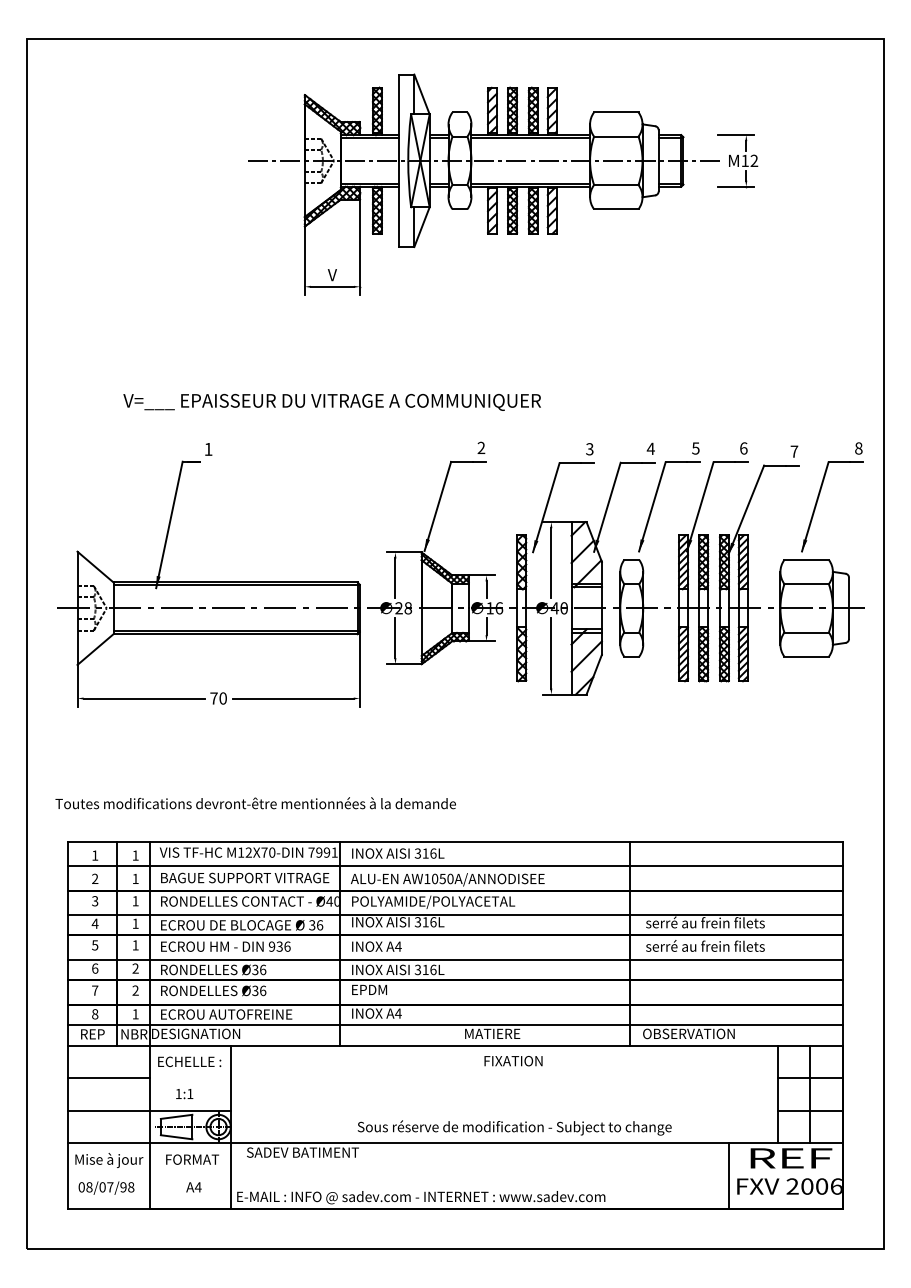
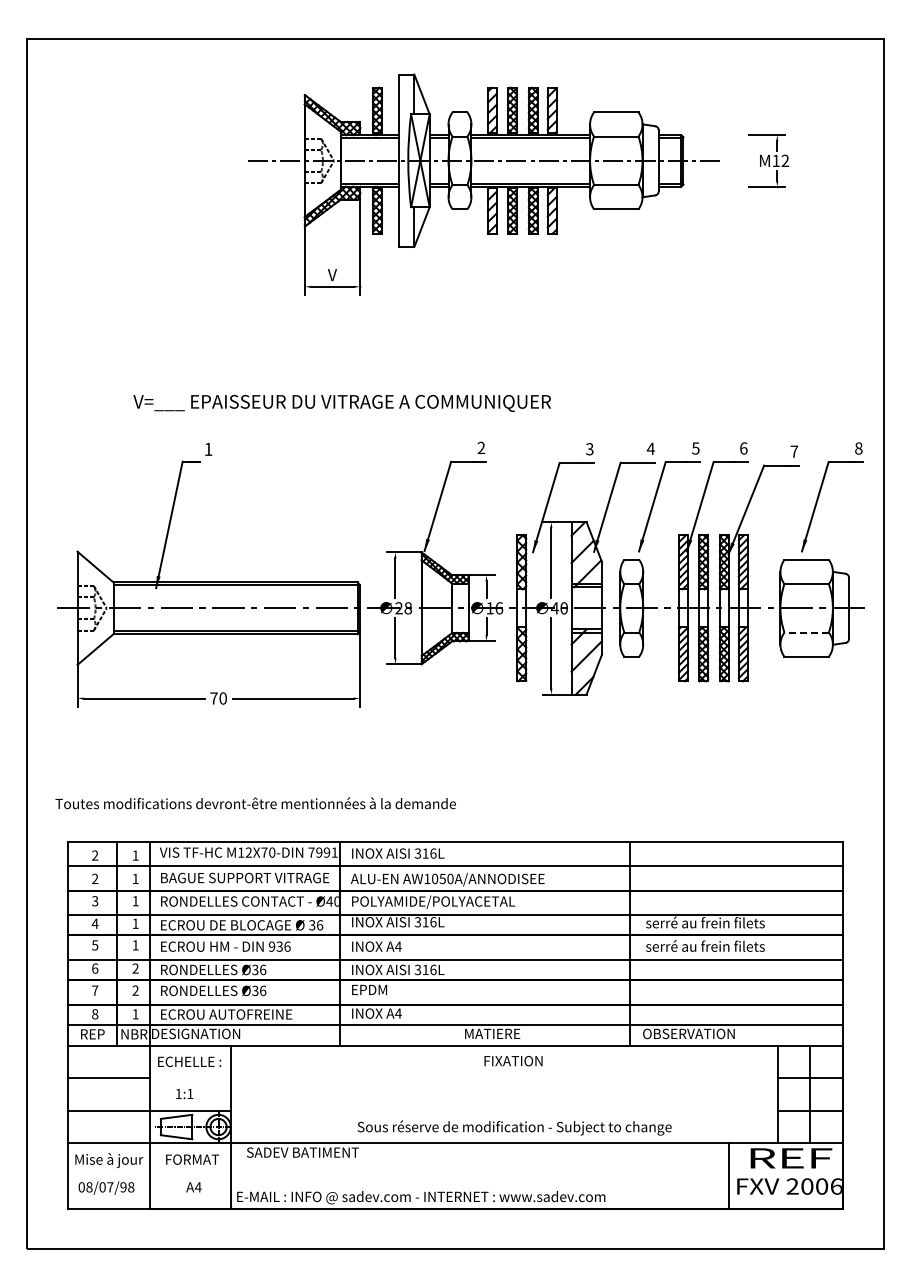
part at (737, 161) position: (737, 161) -> (768, 161)
text at (331, 402) position: (331, 402) -> (341, 403)
line at (806, 632): solid -> dashed
text at (95, 855): 1 -> 2
